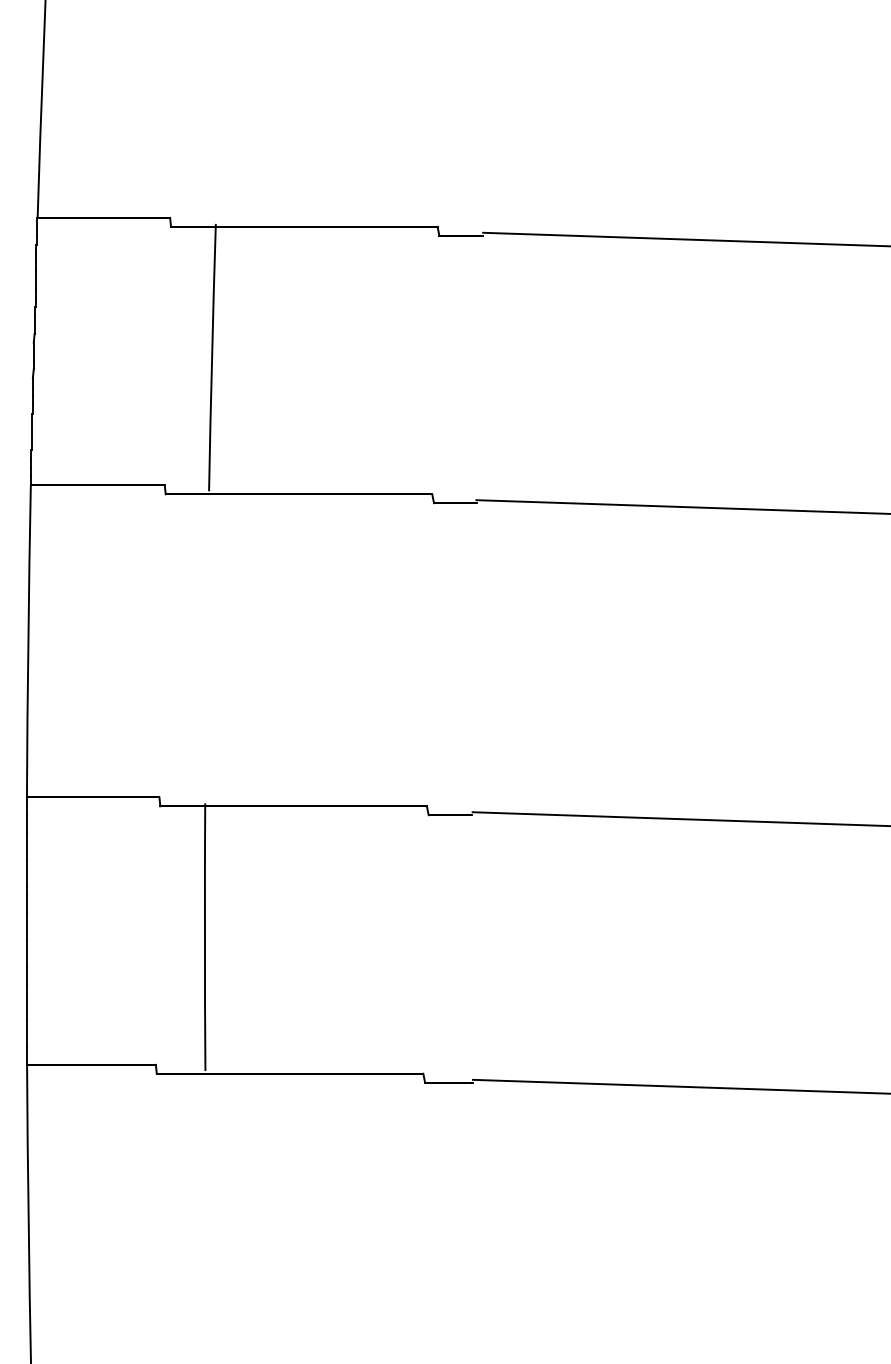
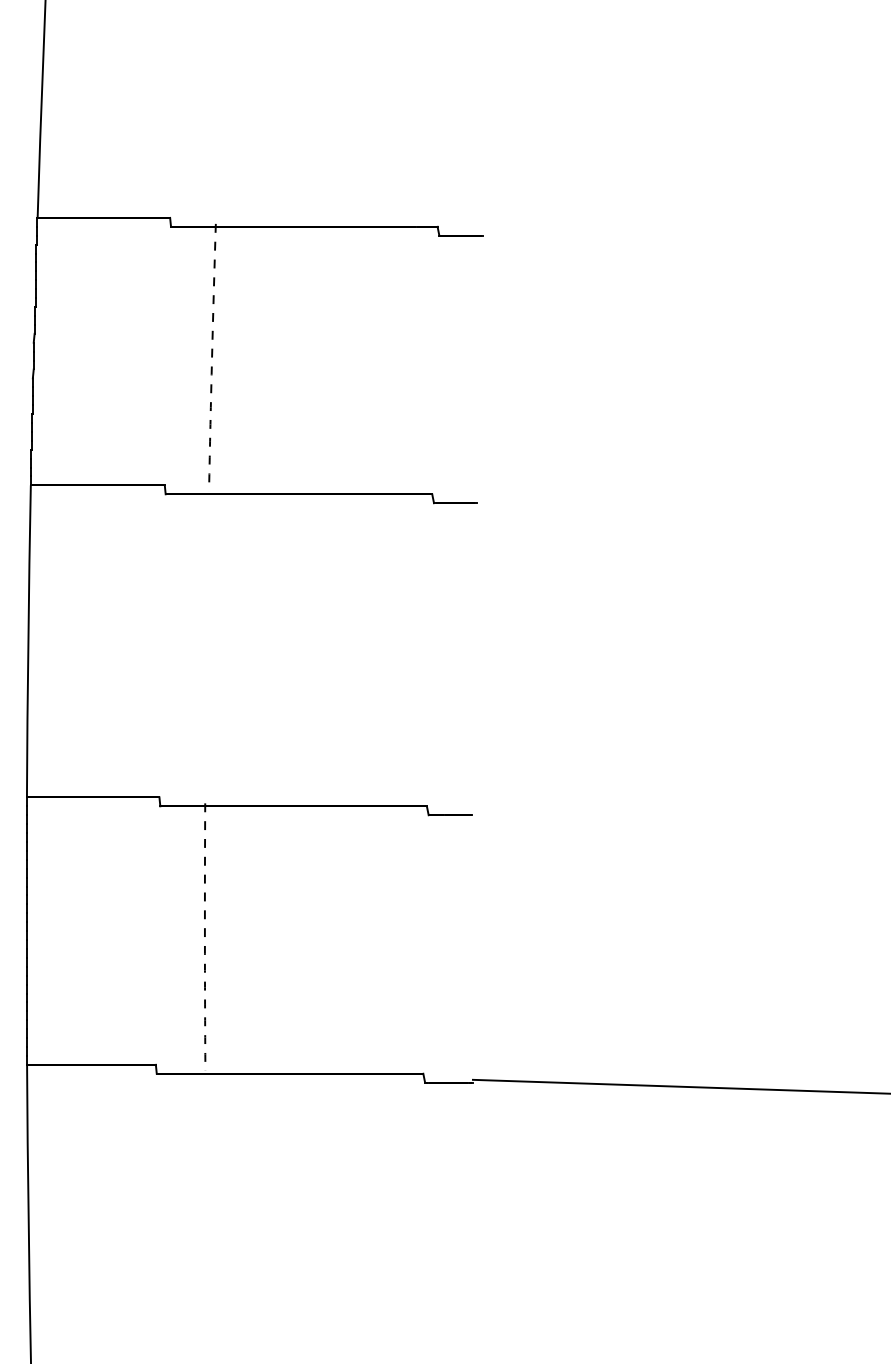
line at (685, 239): present -> none
arc at (212, 357): solid -> dashed
line at (681, 506): present -> none
line at (679, 819): present -> none
arc at (204, 937): solid -> dashed
